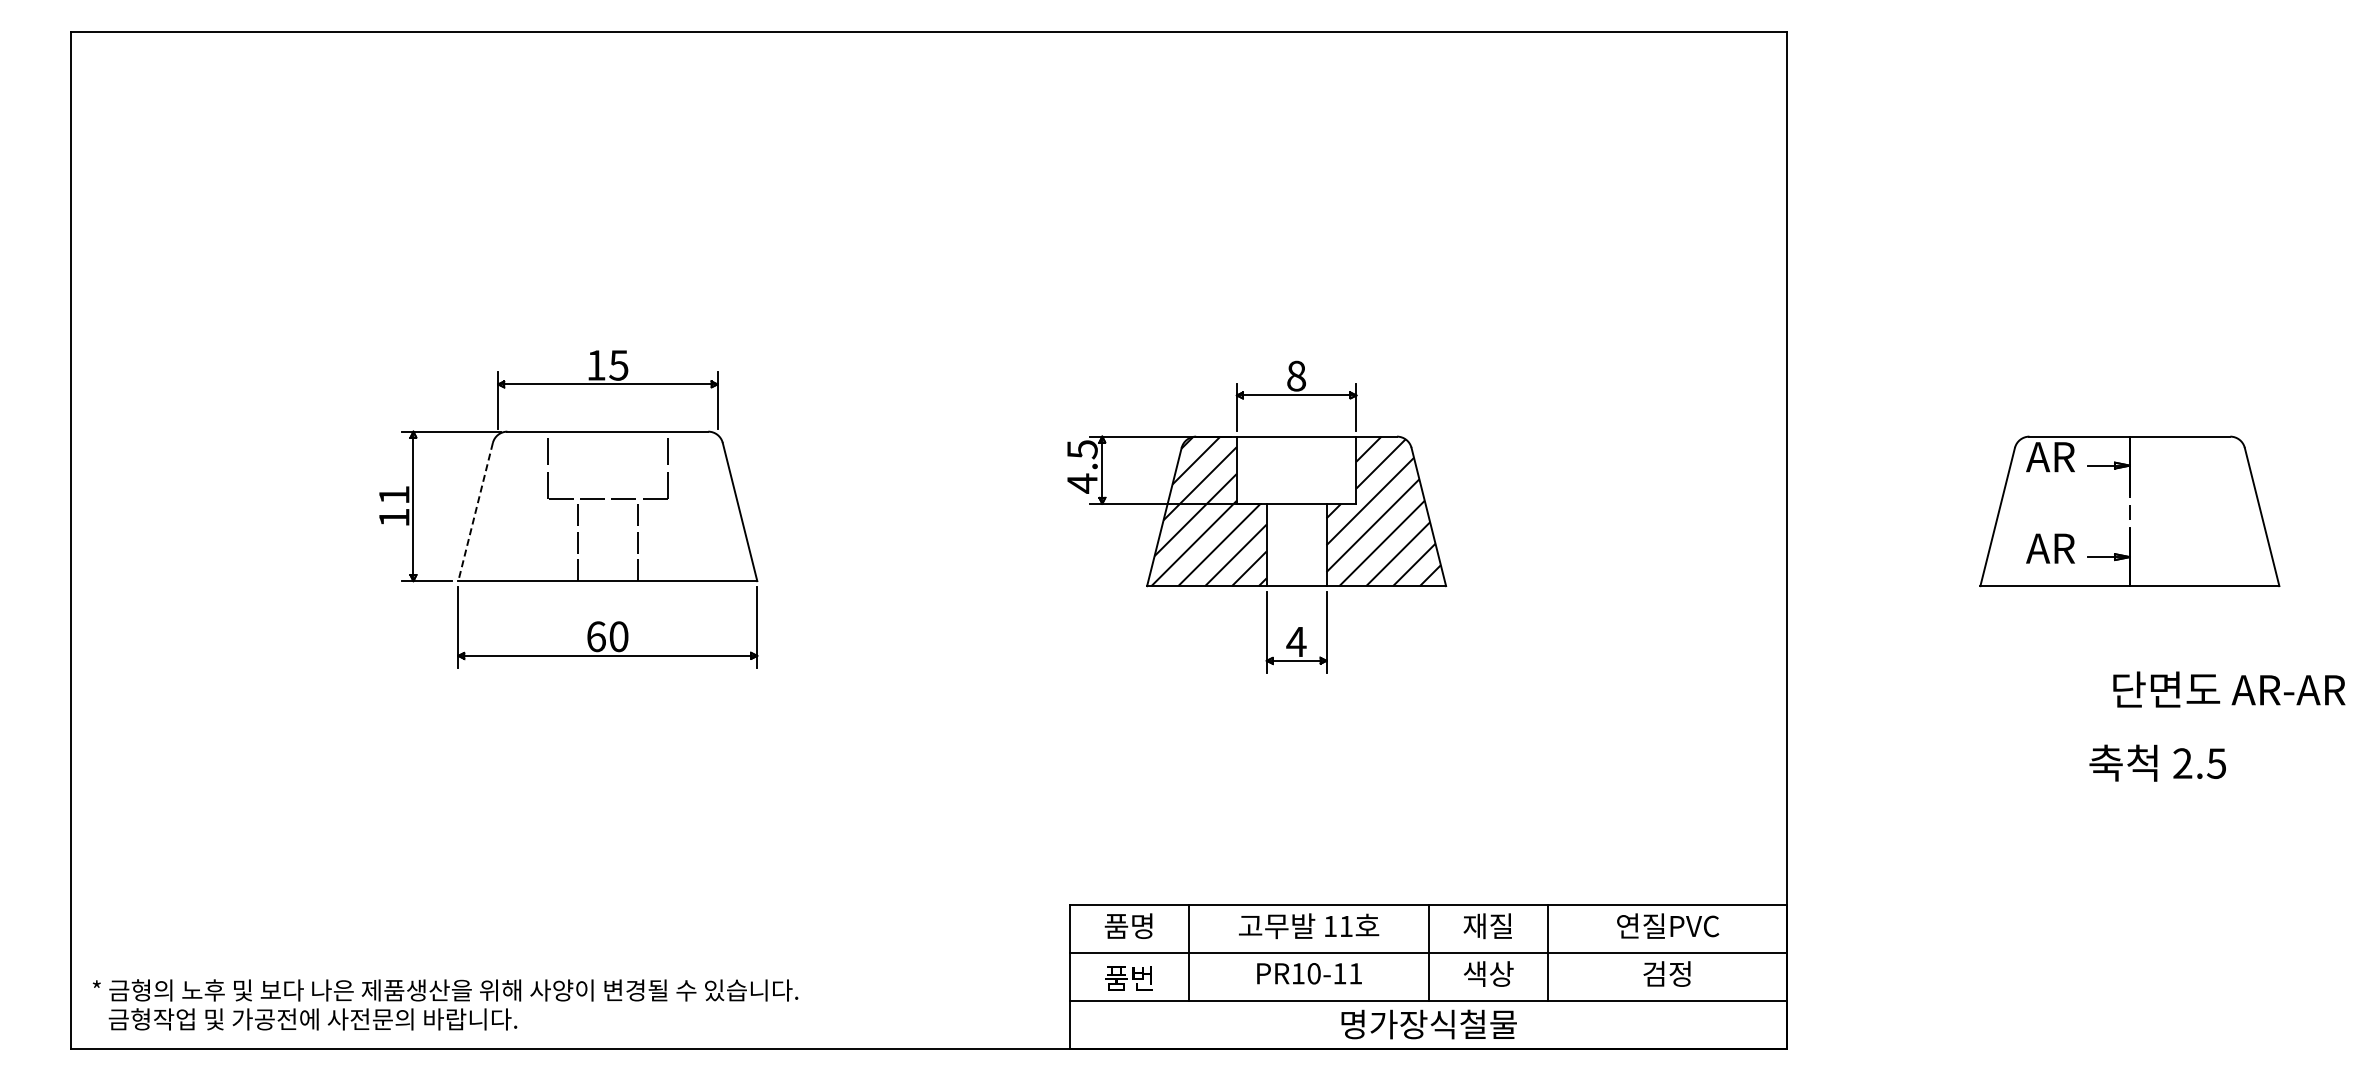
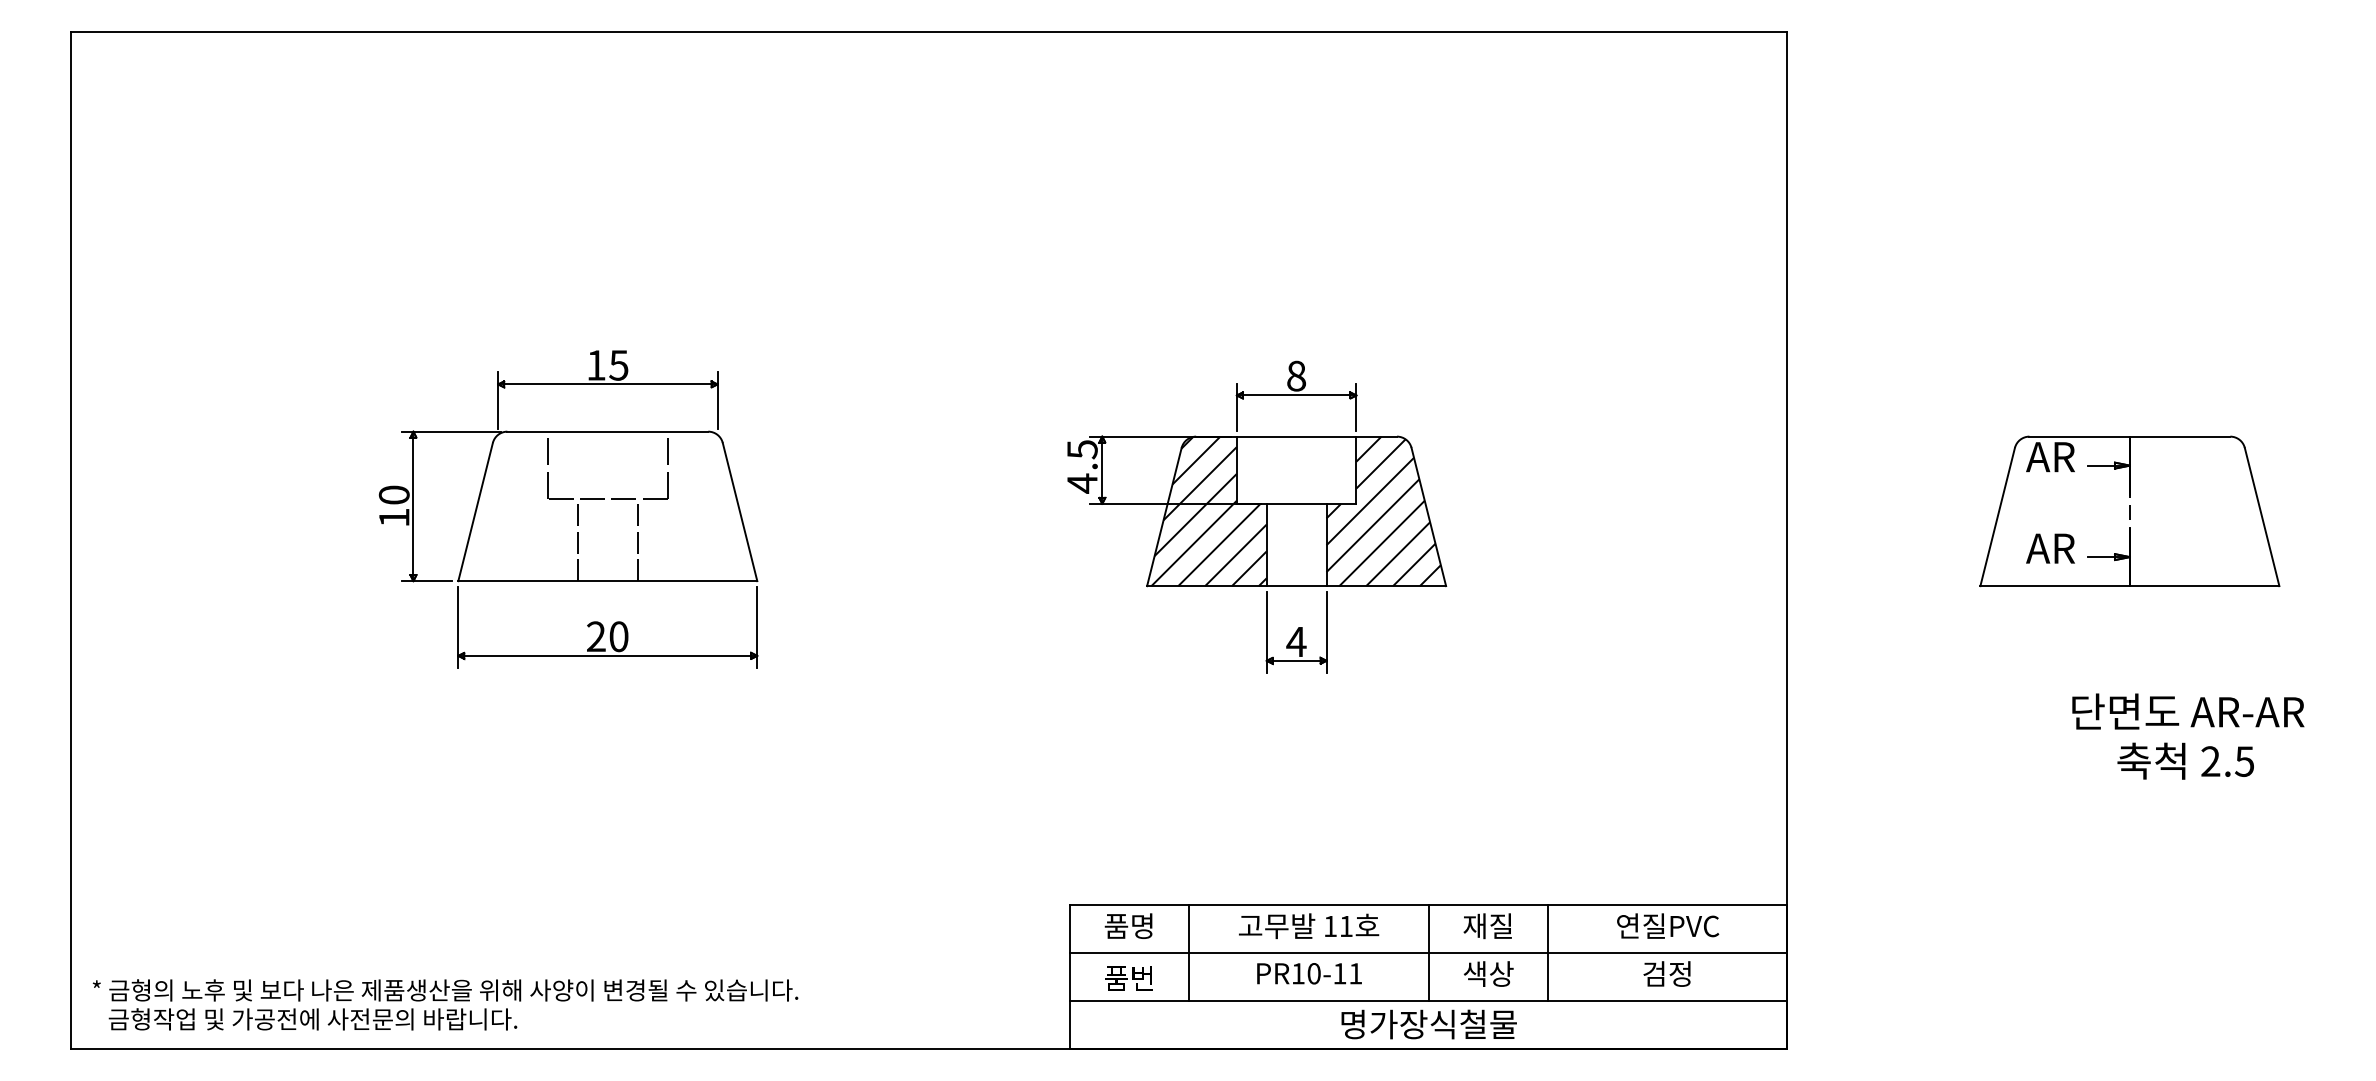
text at (393, 494): 11 -> 10
line at (475, 512): dashed -> solid
text at (596, 636): 60 -> 20
text at (2229, 689) position: (2229, 689) -> (2188, 711)
text at (2157, 762) position: (2157, 762) -> (2185, 760)
